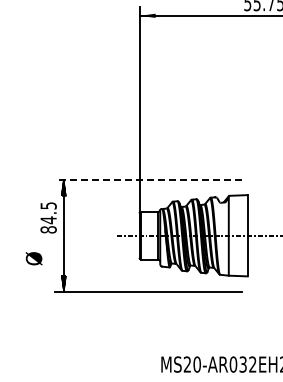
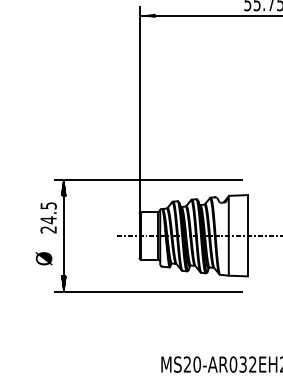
line at (148, 179): dashed -> solid
text at (48, 229): 84.5 -> 24.5
text at (33, 258) position: (33, 258) -> (43, 258)
